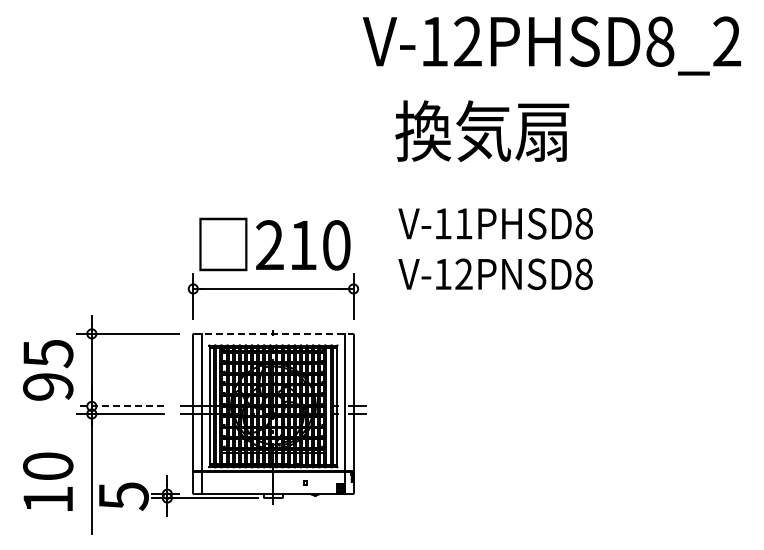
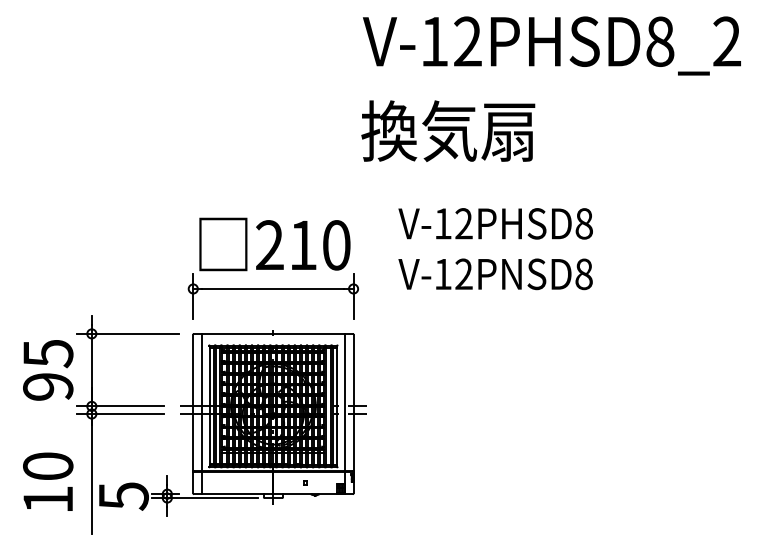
text at (482, 130) position: (482, 130) -> (448, 130)
text at (463, 223): V-11PHSD8 -> V-12PHSD8
line at (273, 333): dashed -> solid
line at (120, 406): dashed -> solid
